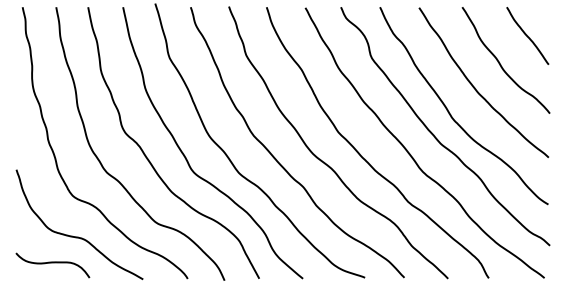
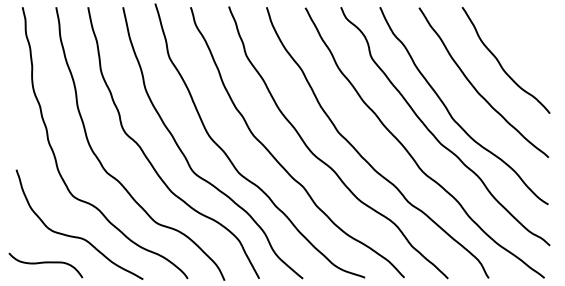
curve at (527, 35): present -> none
curve at (52, 263) position: (52, 263) -> (45, 263)
